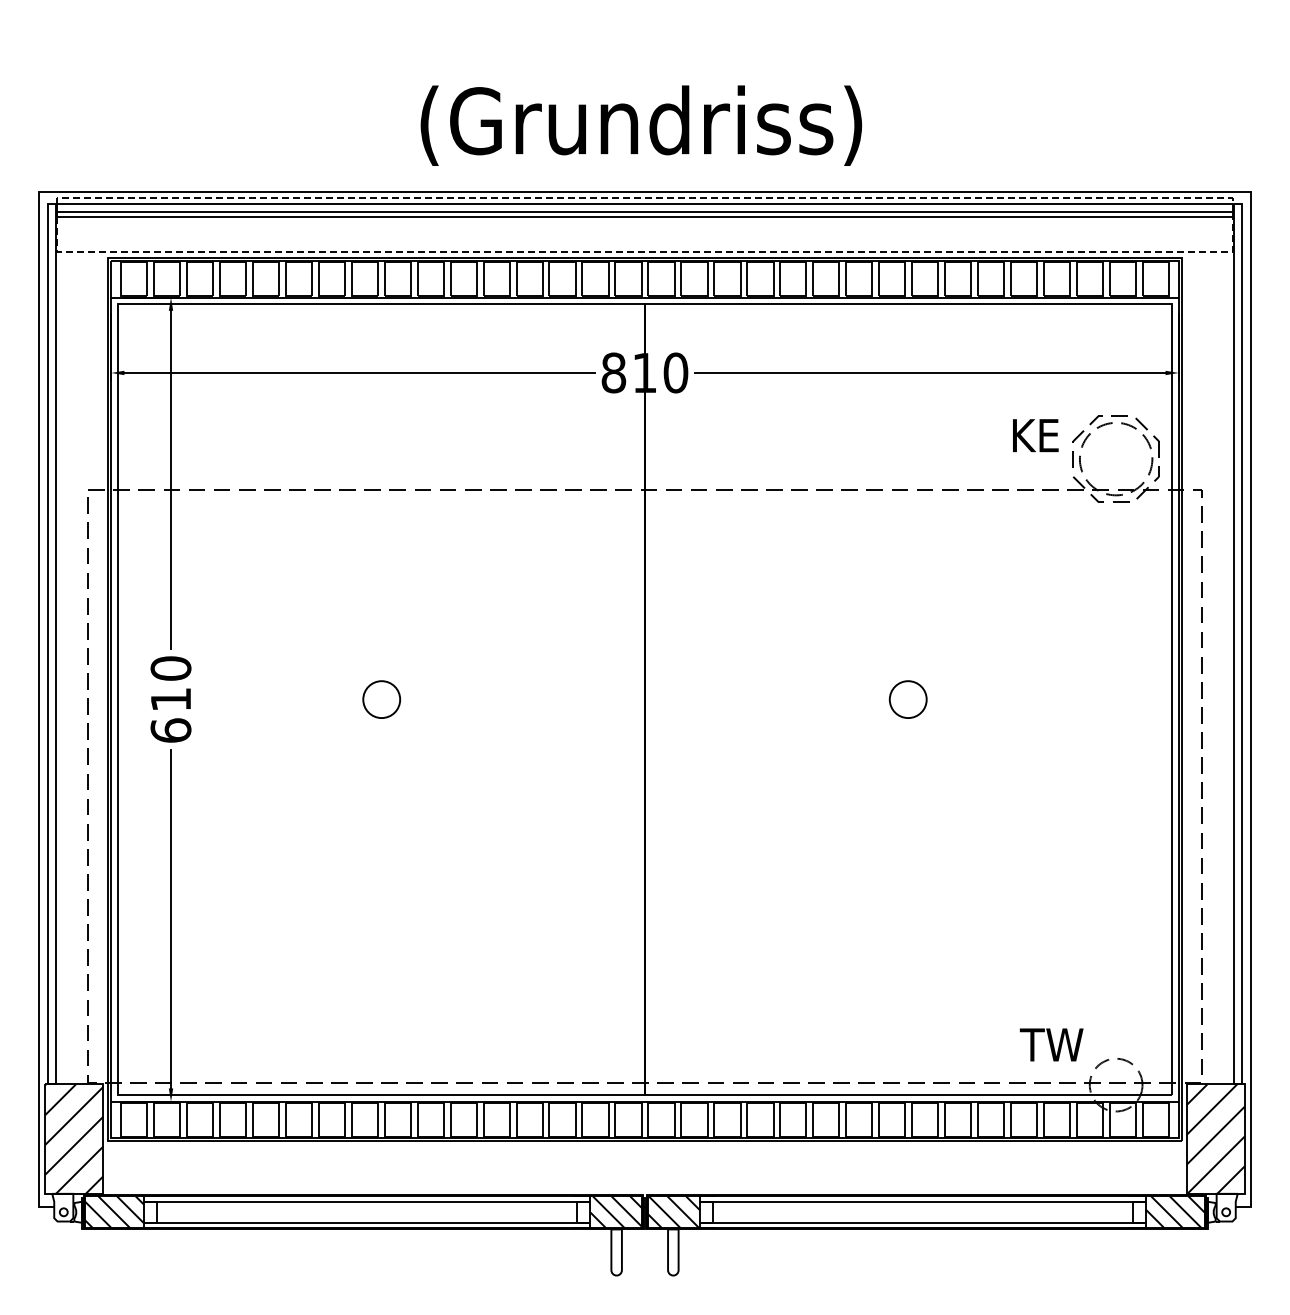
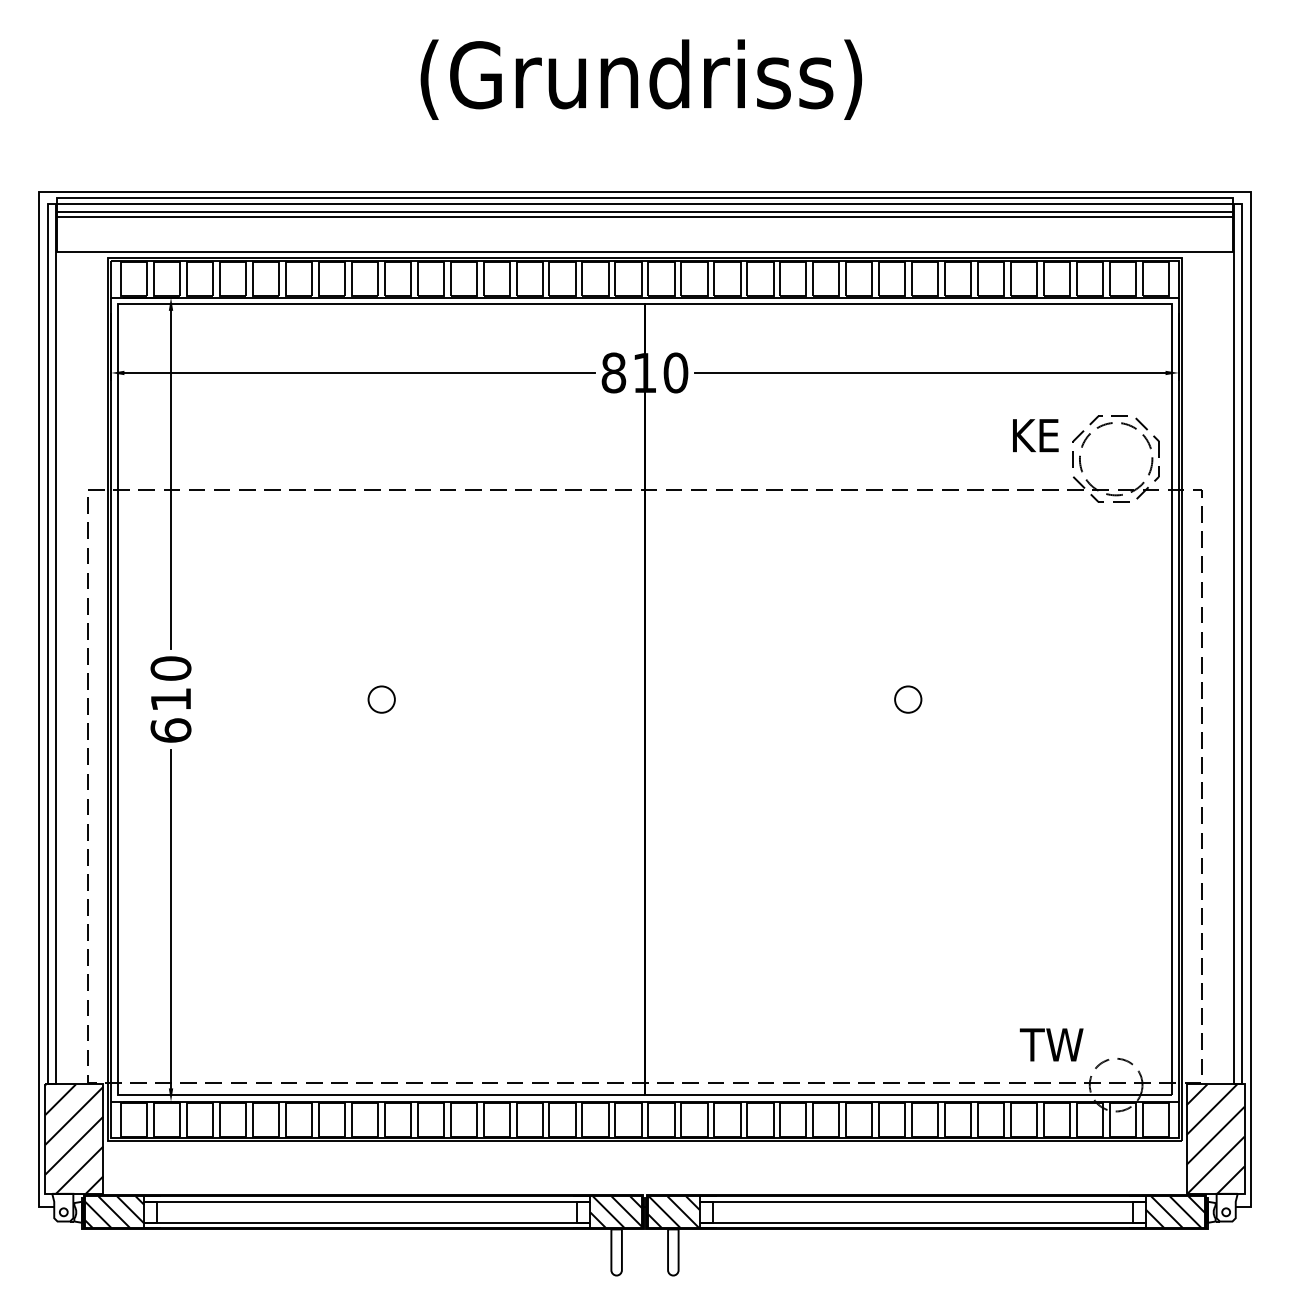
text at (641, 125) position: (641, 125) -> (641, 79)
line at (645, 198): dashed -> solid
line at (645, 252): dashed -> solid
circle at (381, 699) diameter: 37 px -> 26 px
circle at (907, 699) diameter: 37 px -> 26 px
